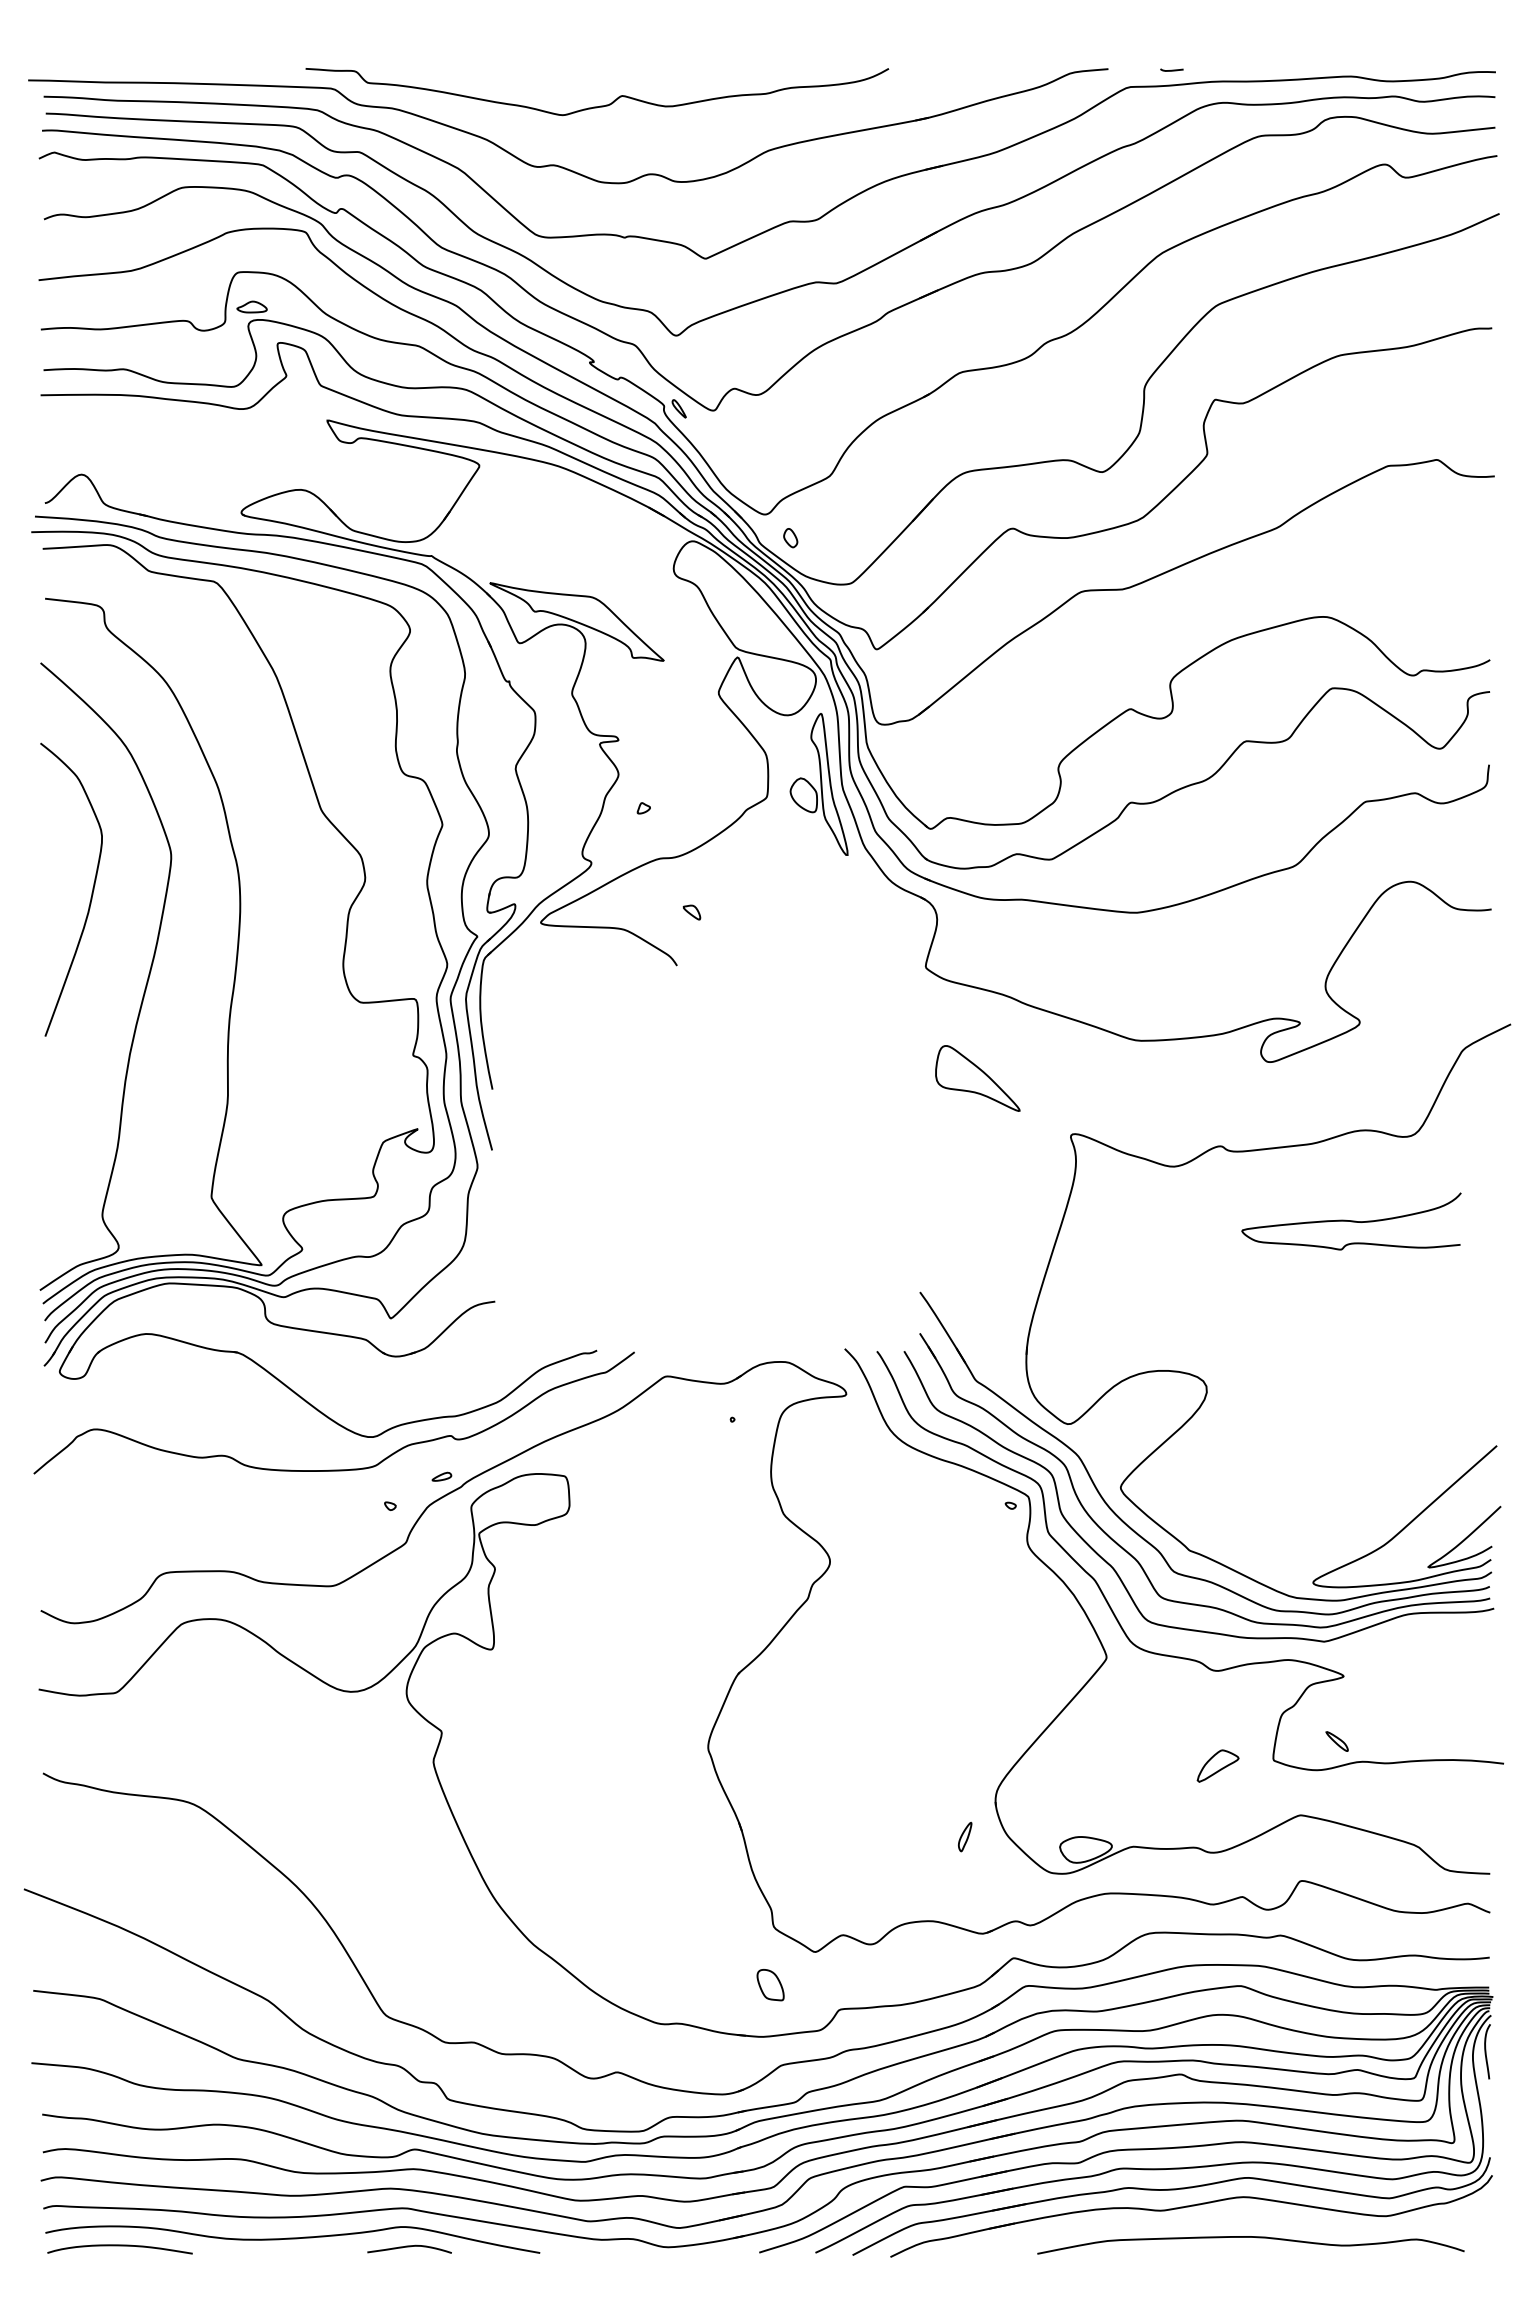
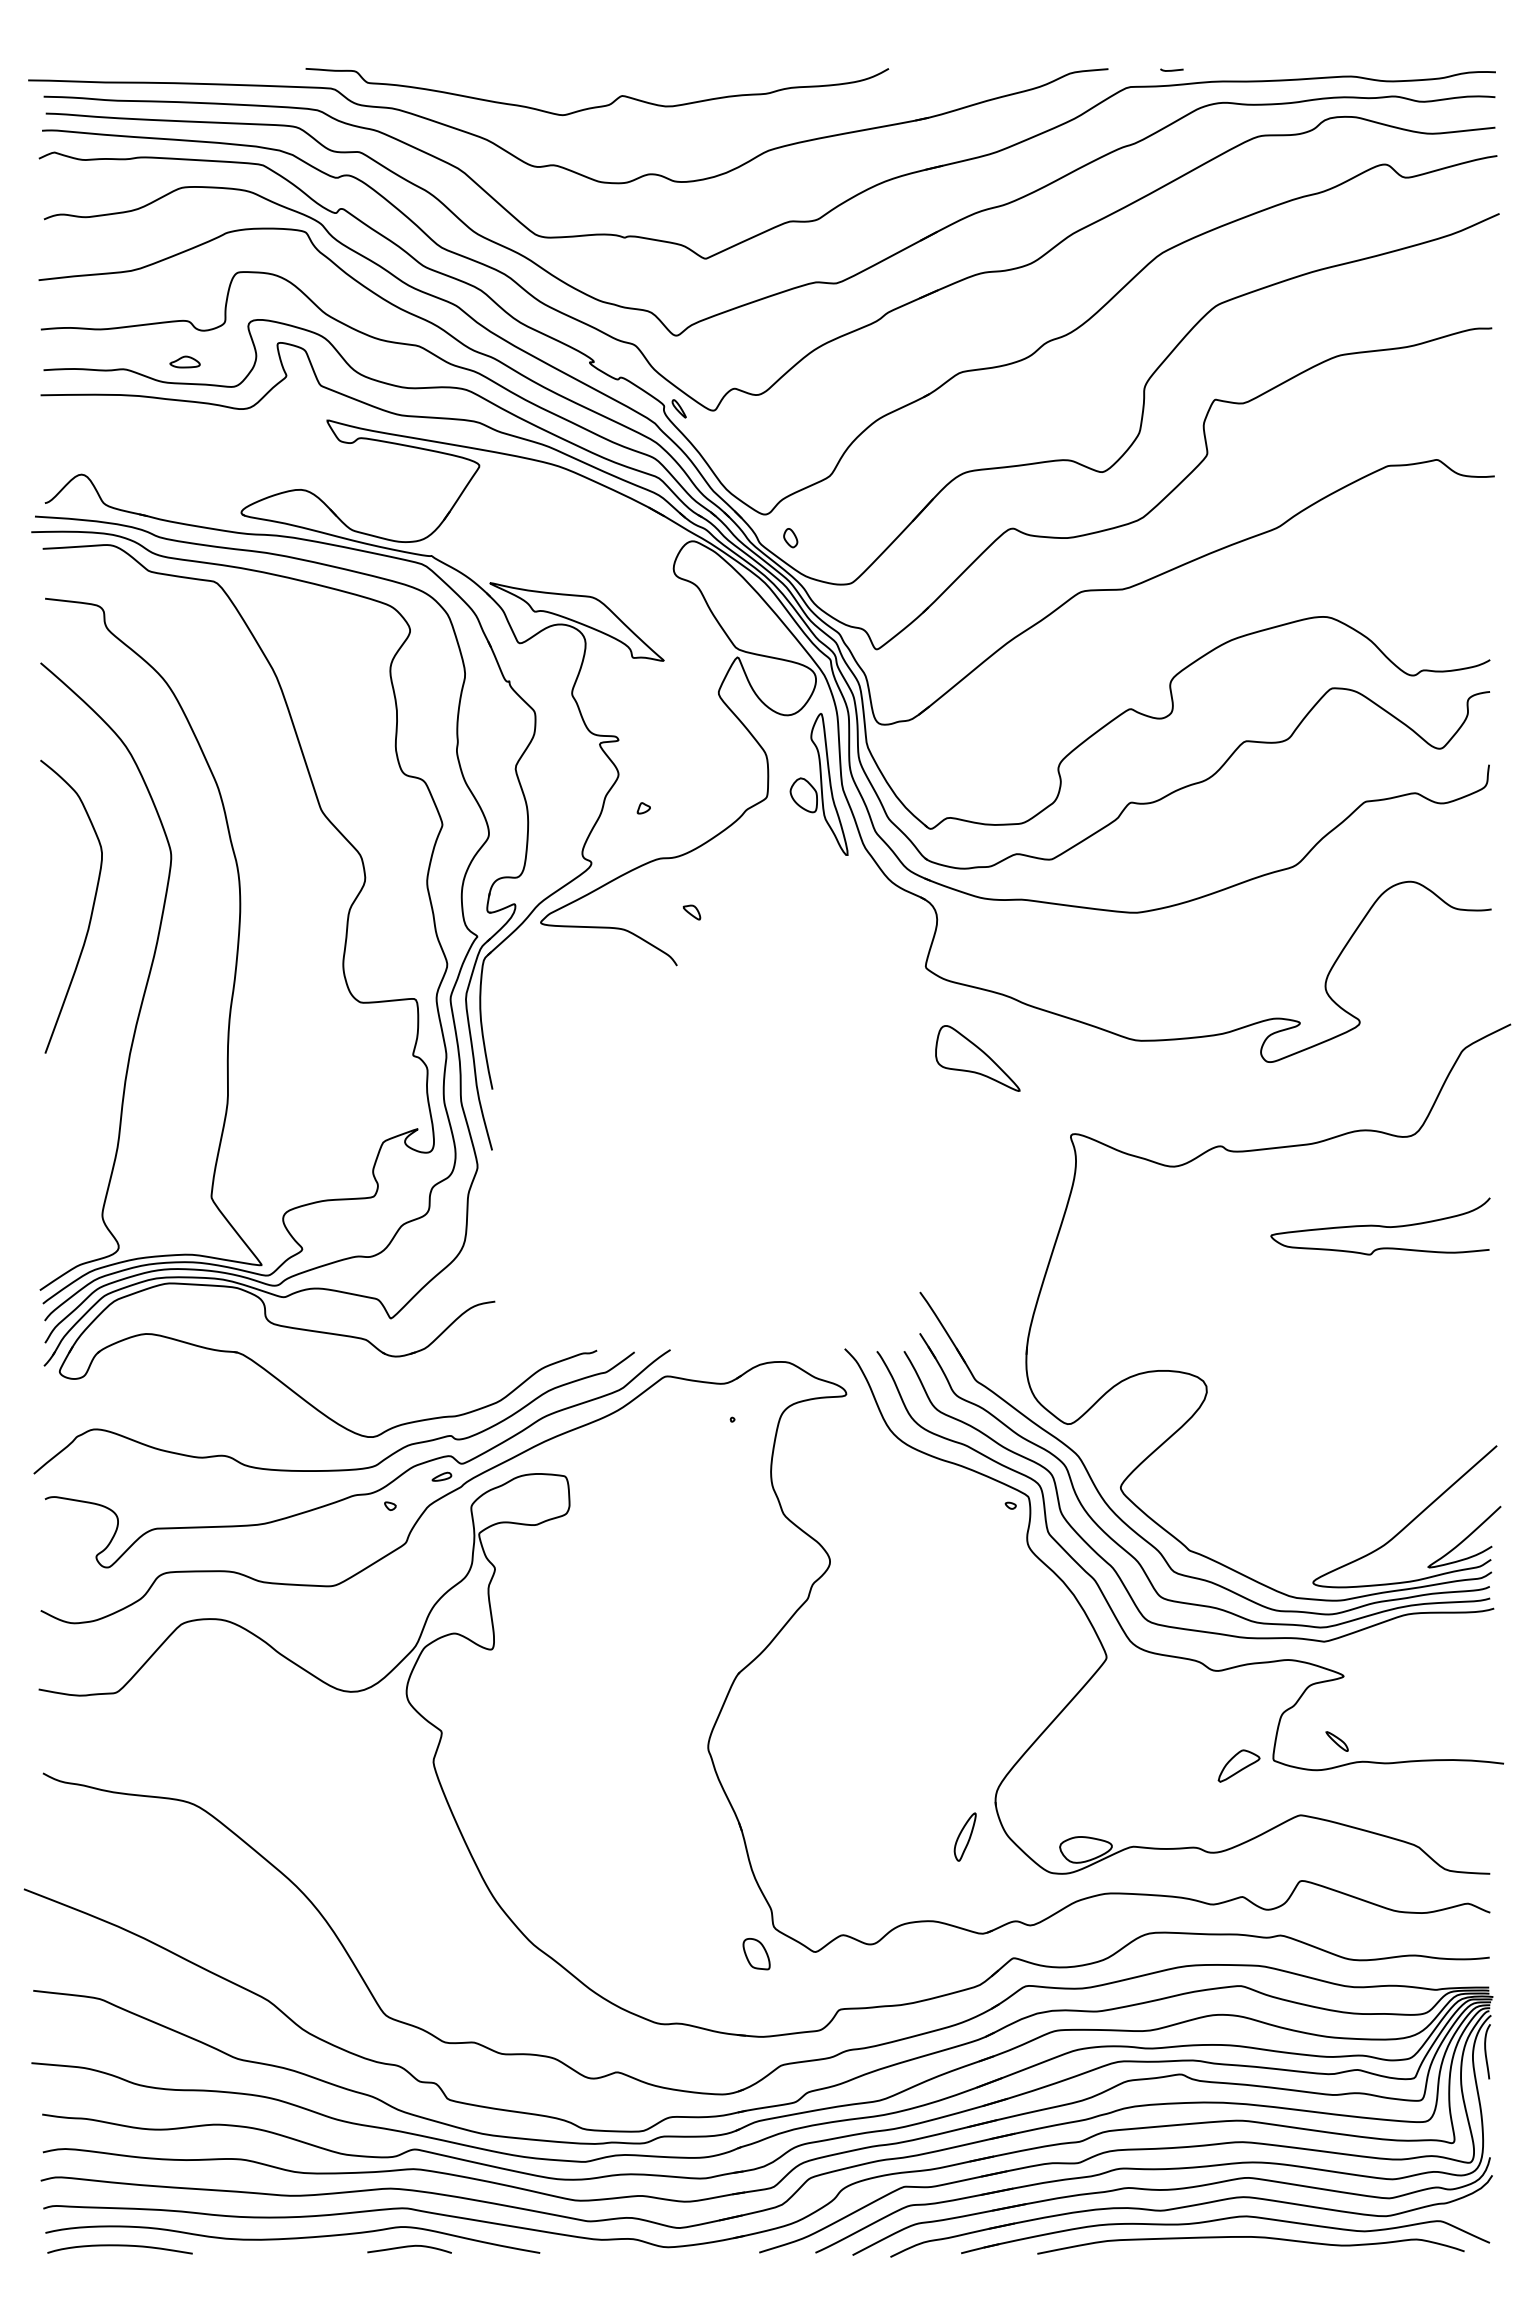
part at (251, 306) position: (251, 306) -> (184, 361)
curve at (91, 892) position: (91, 892) -> (91, 909)
part at (977, 1078) position: (977, 1078) -> (977, 1058)
curve at (1351, 1221) position: (1351, 1221) -> (1380, 1226)
curve at (360, 1493): none -> present
part at (1217, 1765) position: (1217, 1765) -> (1238, 1765)
part at (965, 1836) size: 15x32 px -> 24x50 px
part at (770, 1985) position: (770, 1985) -> (756, 1954)
part at (1222, 2220): none -> present
